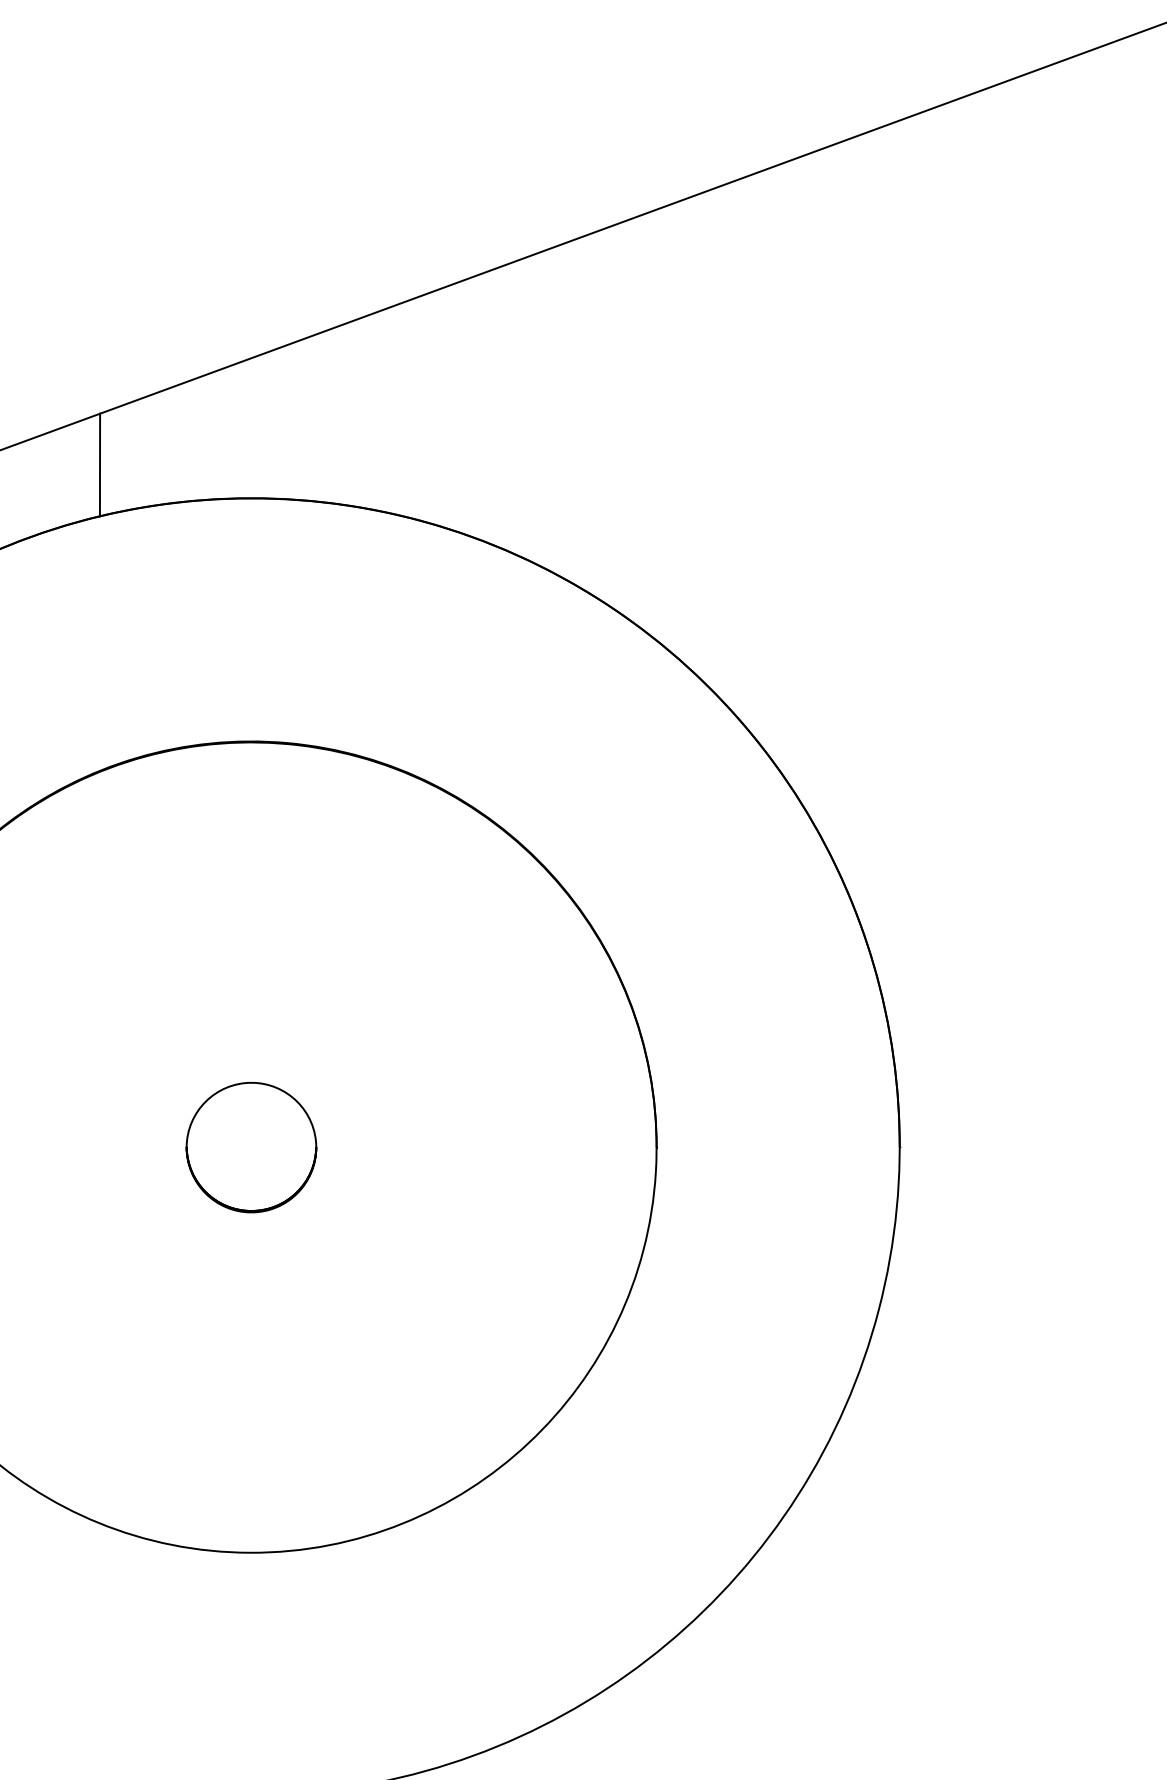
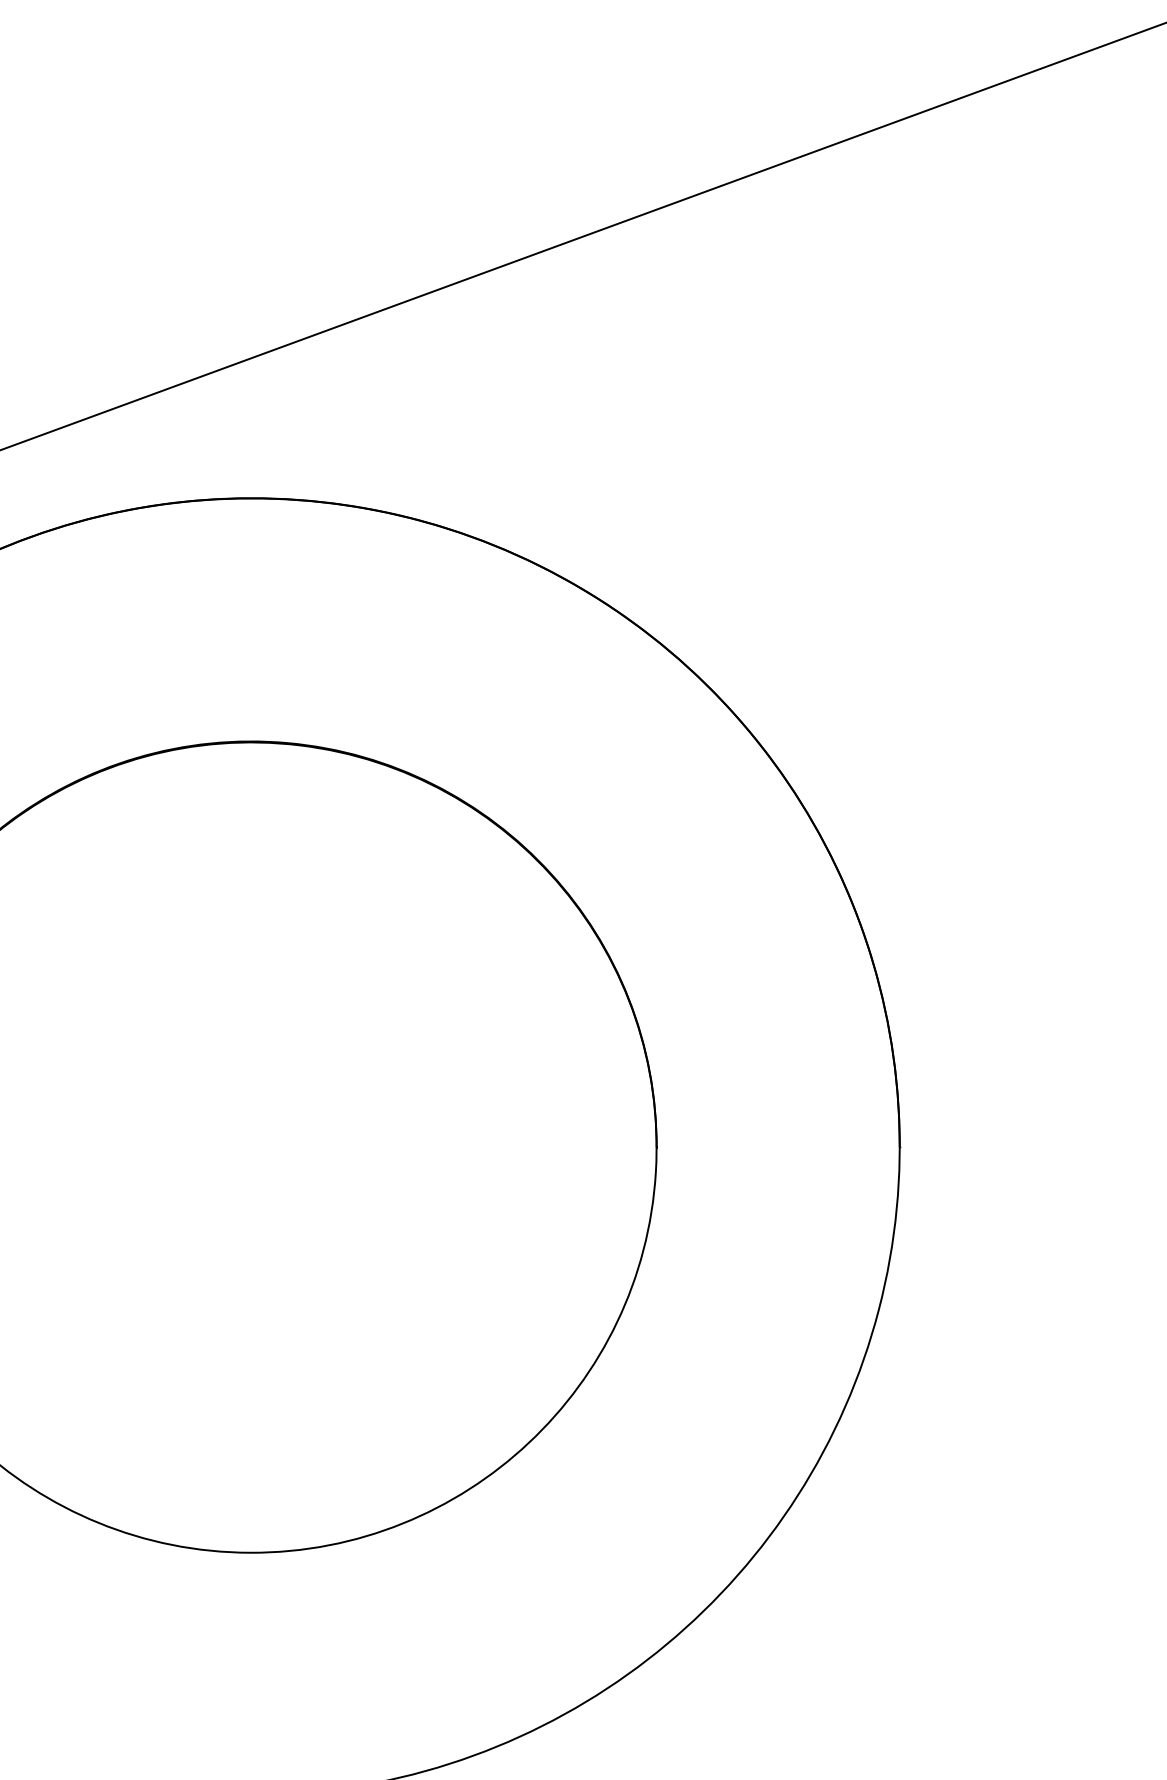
line at (99, 464): present -> none
part at (251, 1147): present -> none
